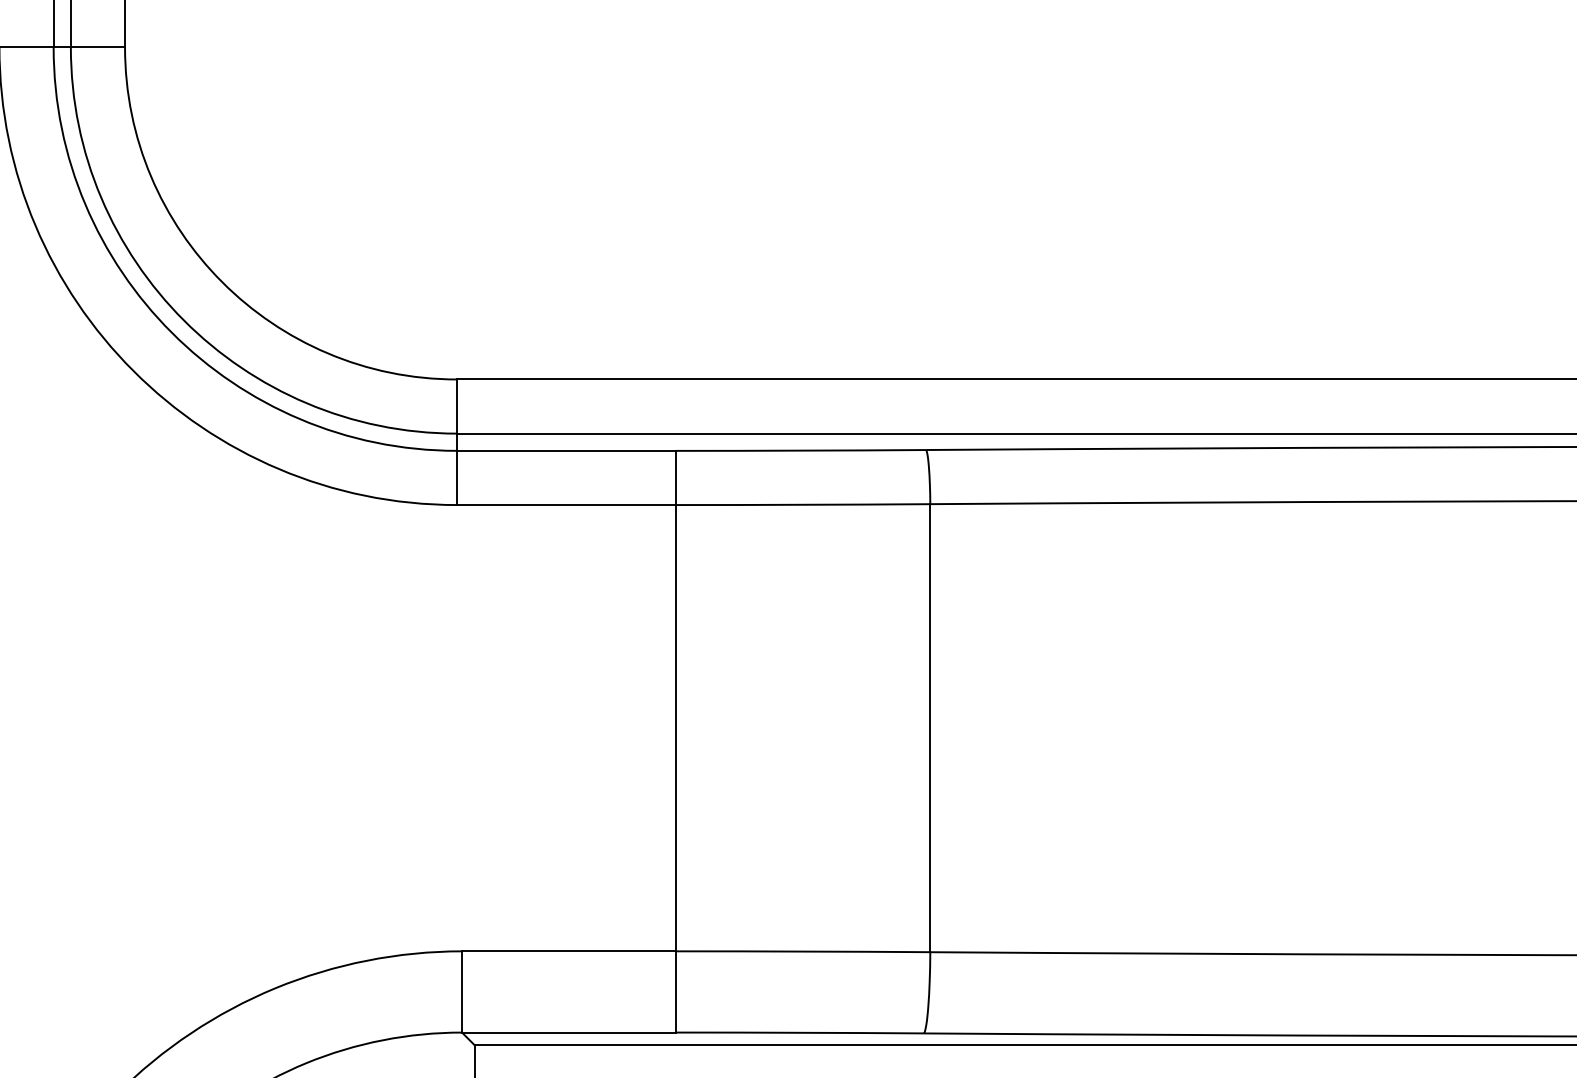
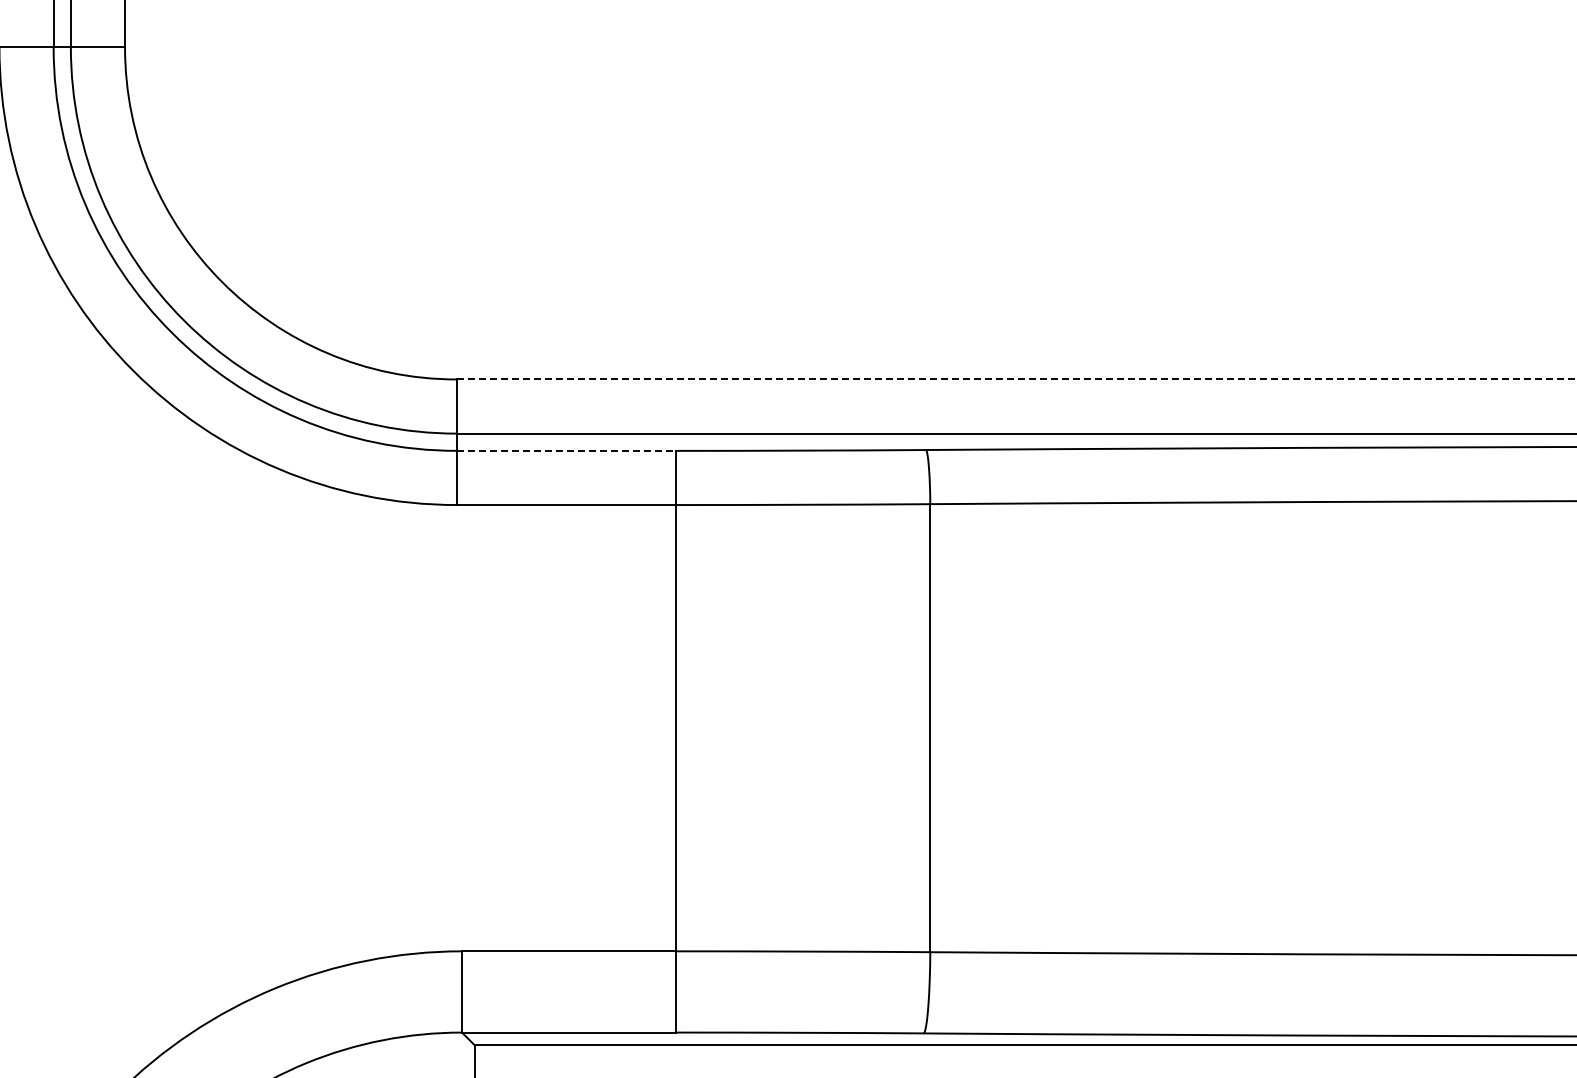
line at (1017, 379): solid -> dashed
line at (566, 450): solid -> dashed
